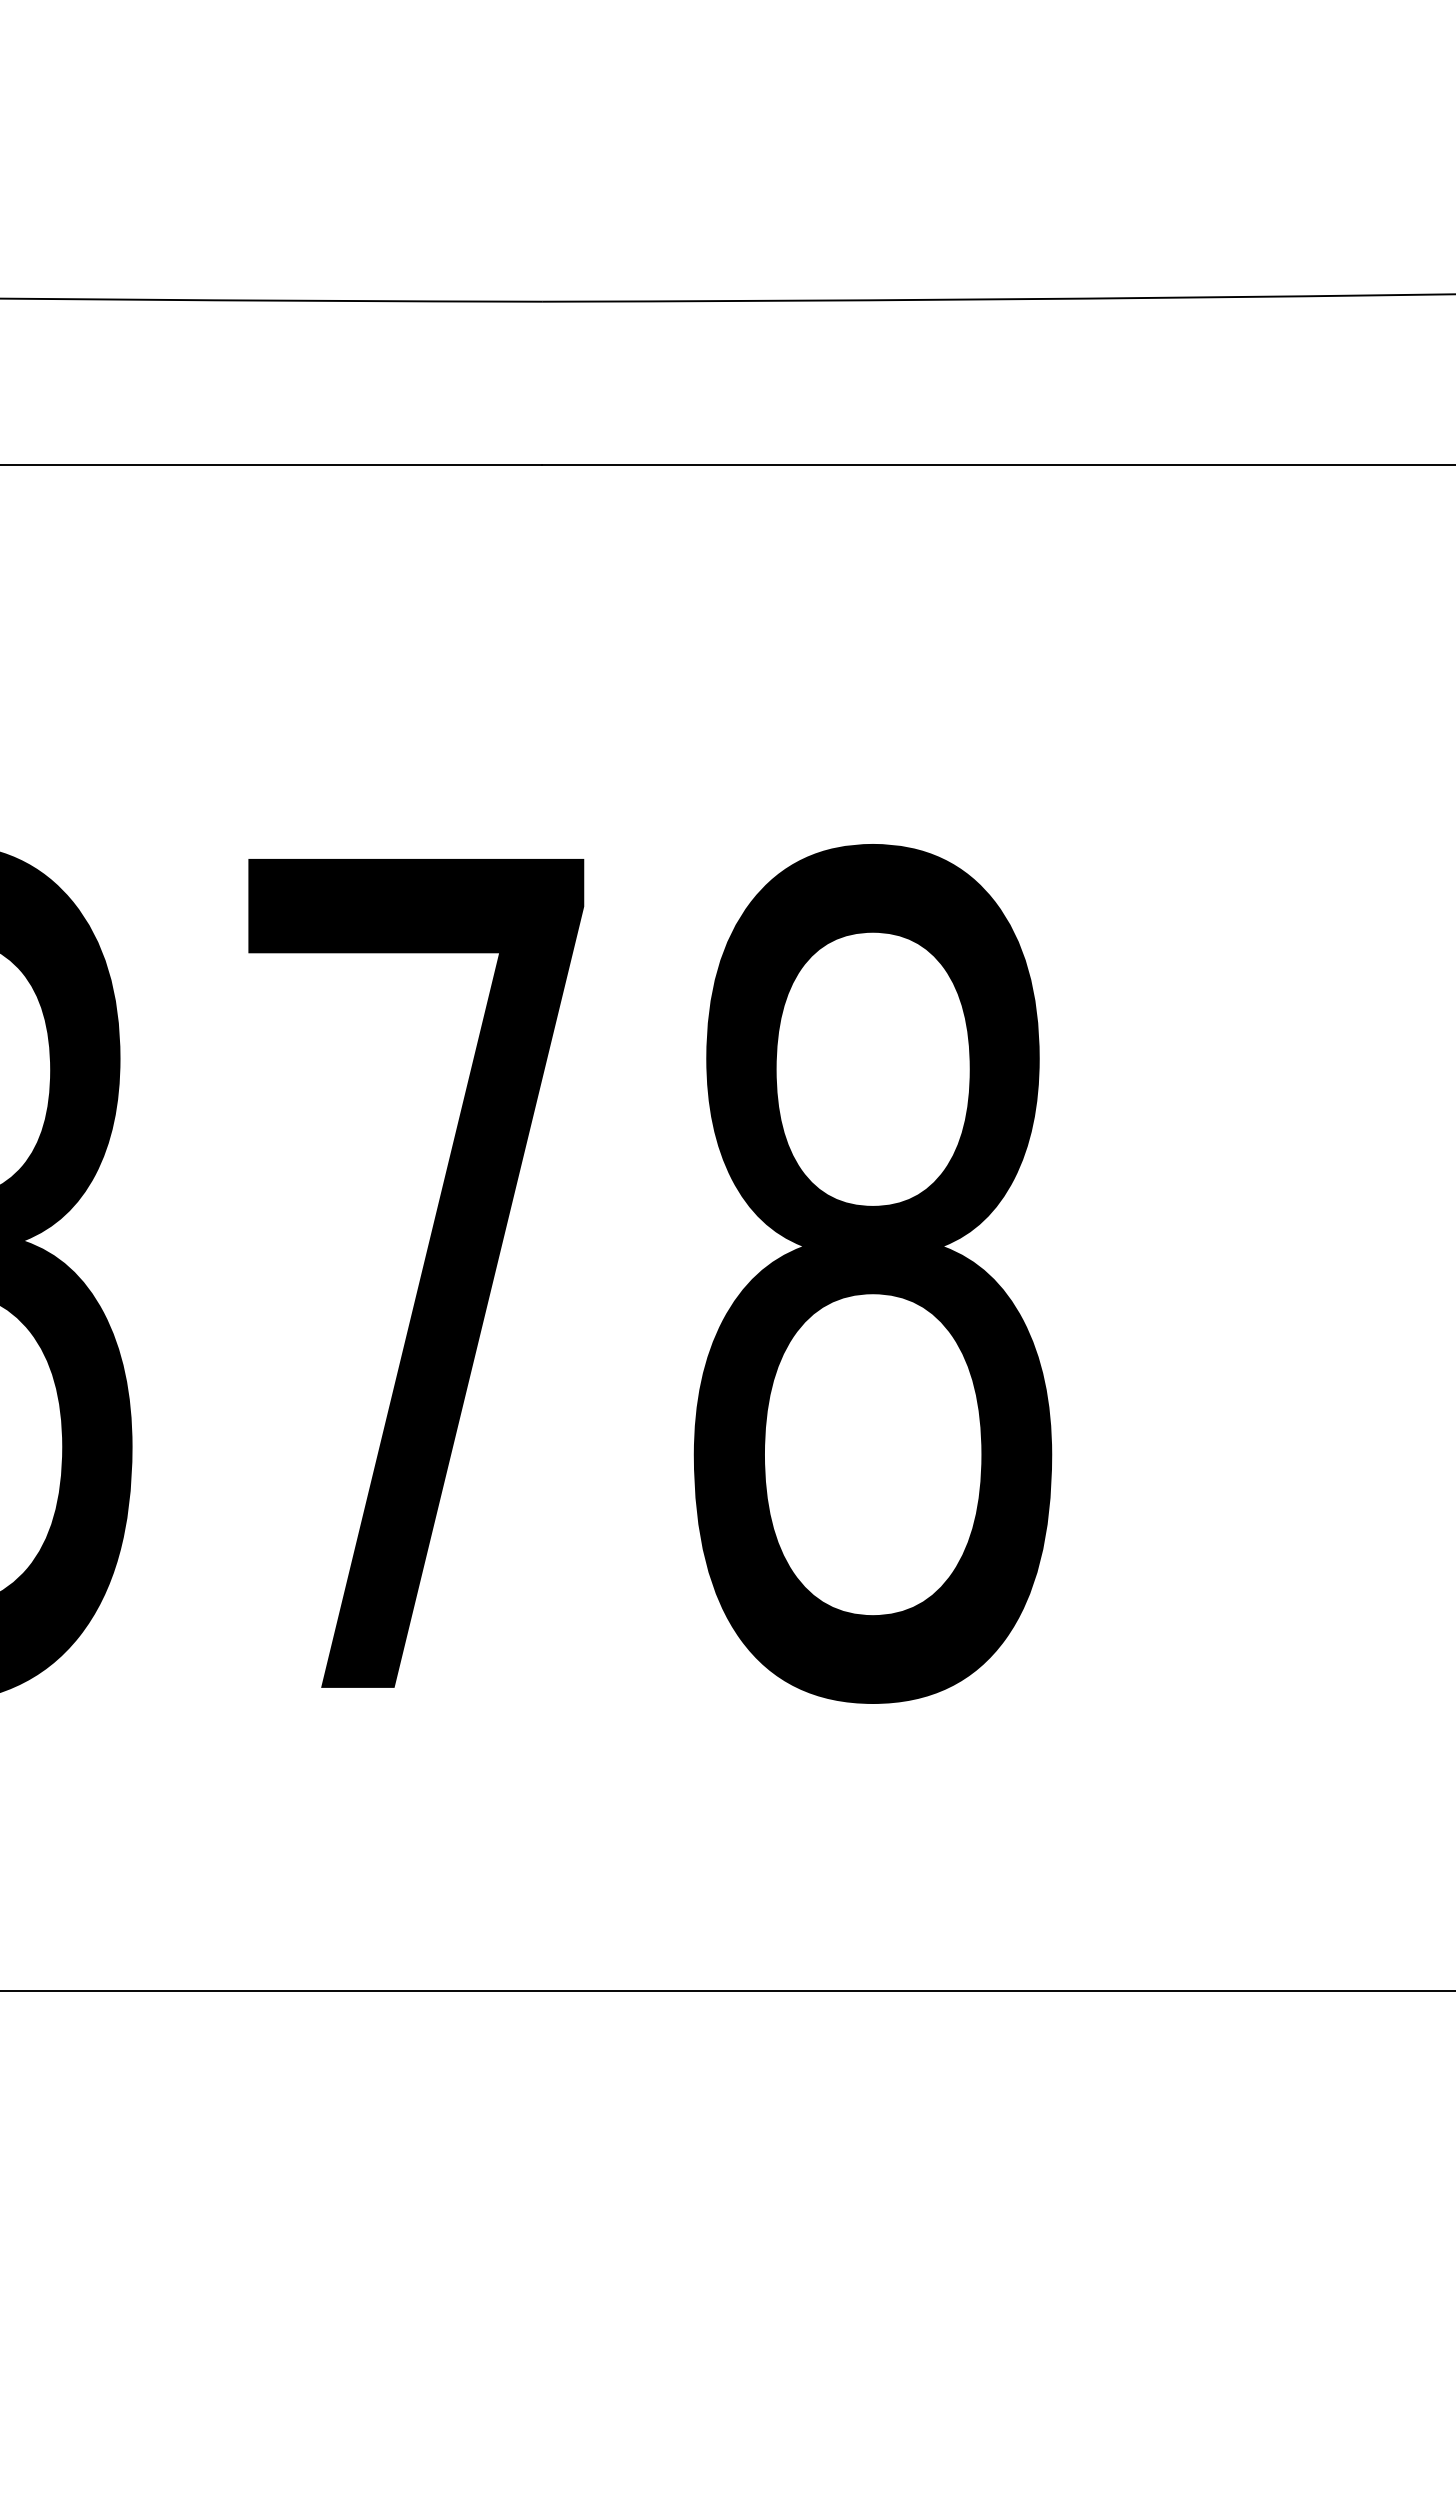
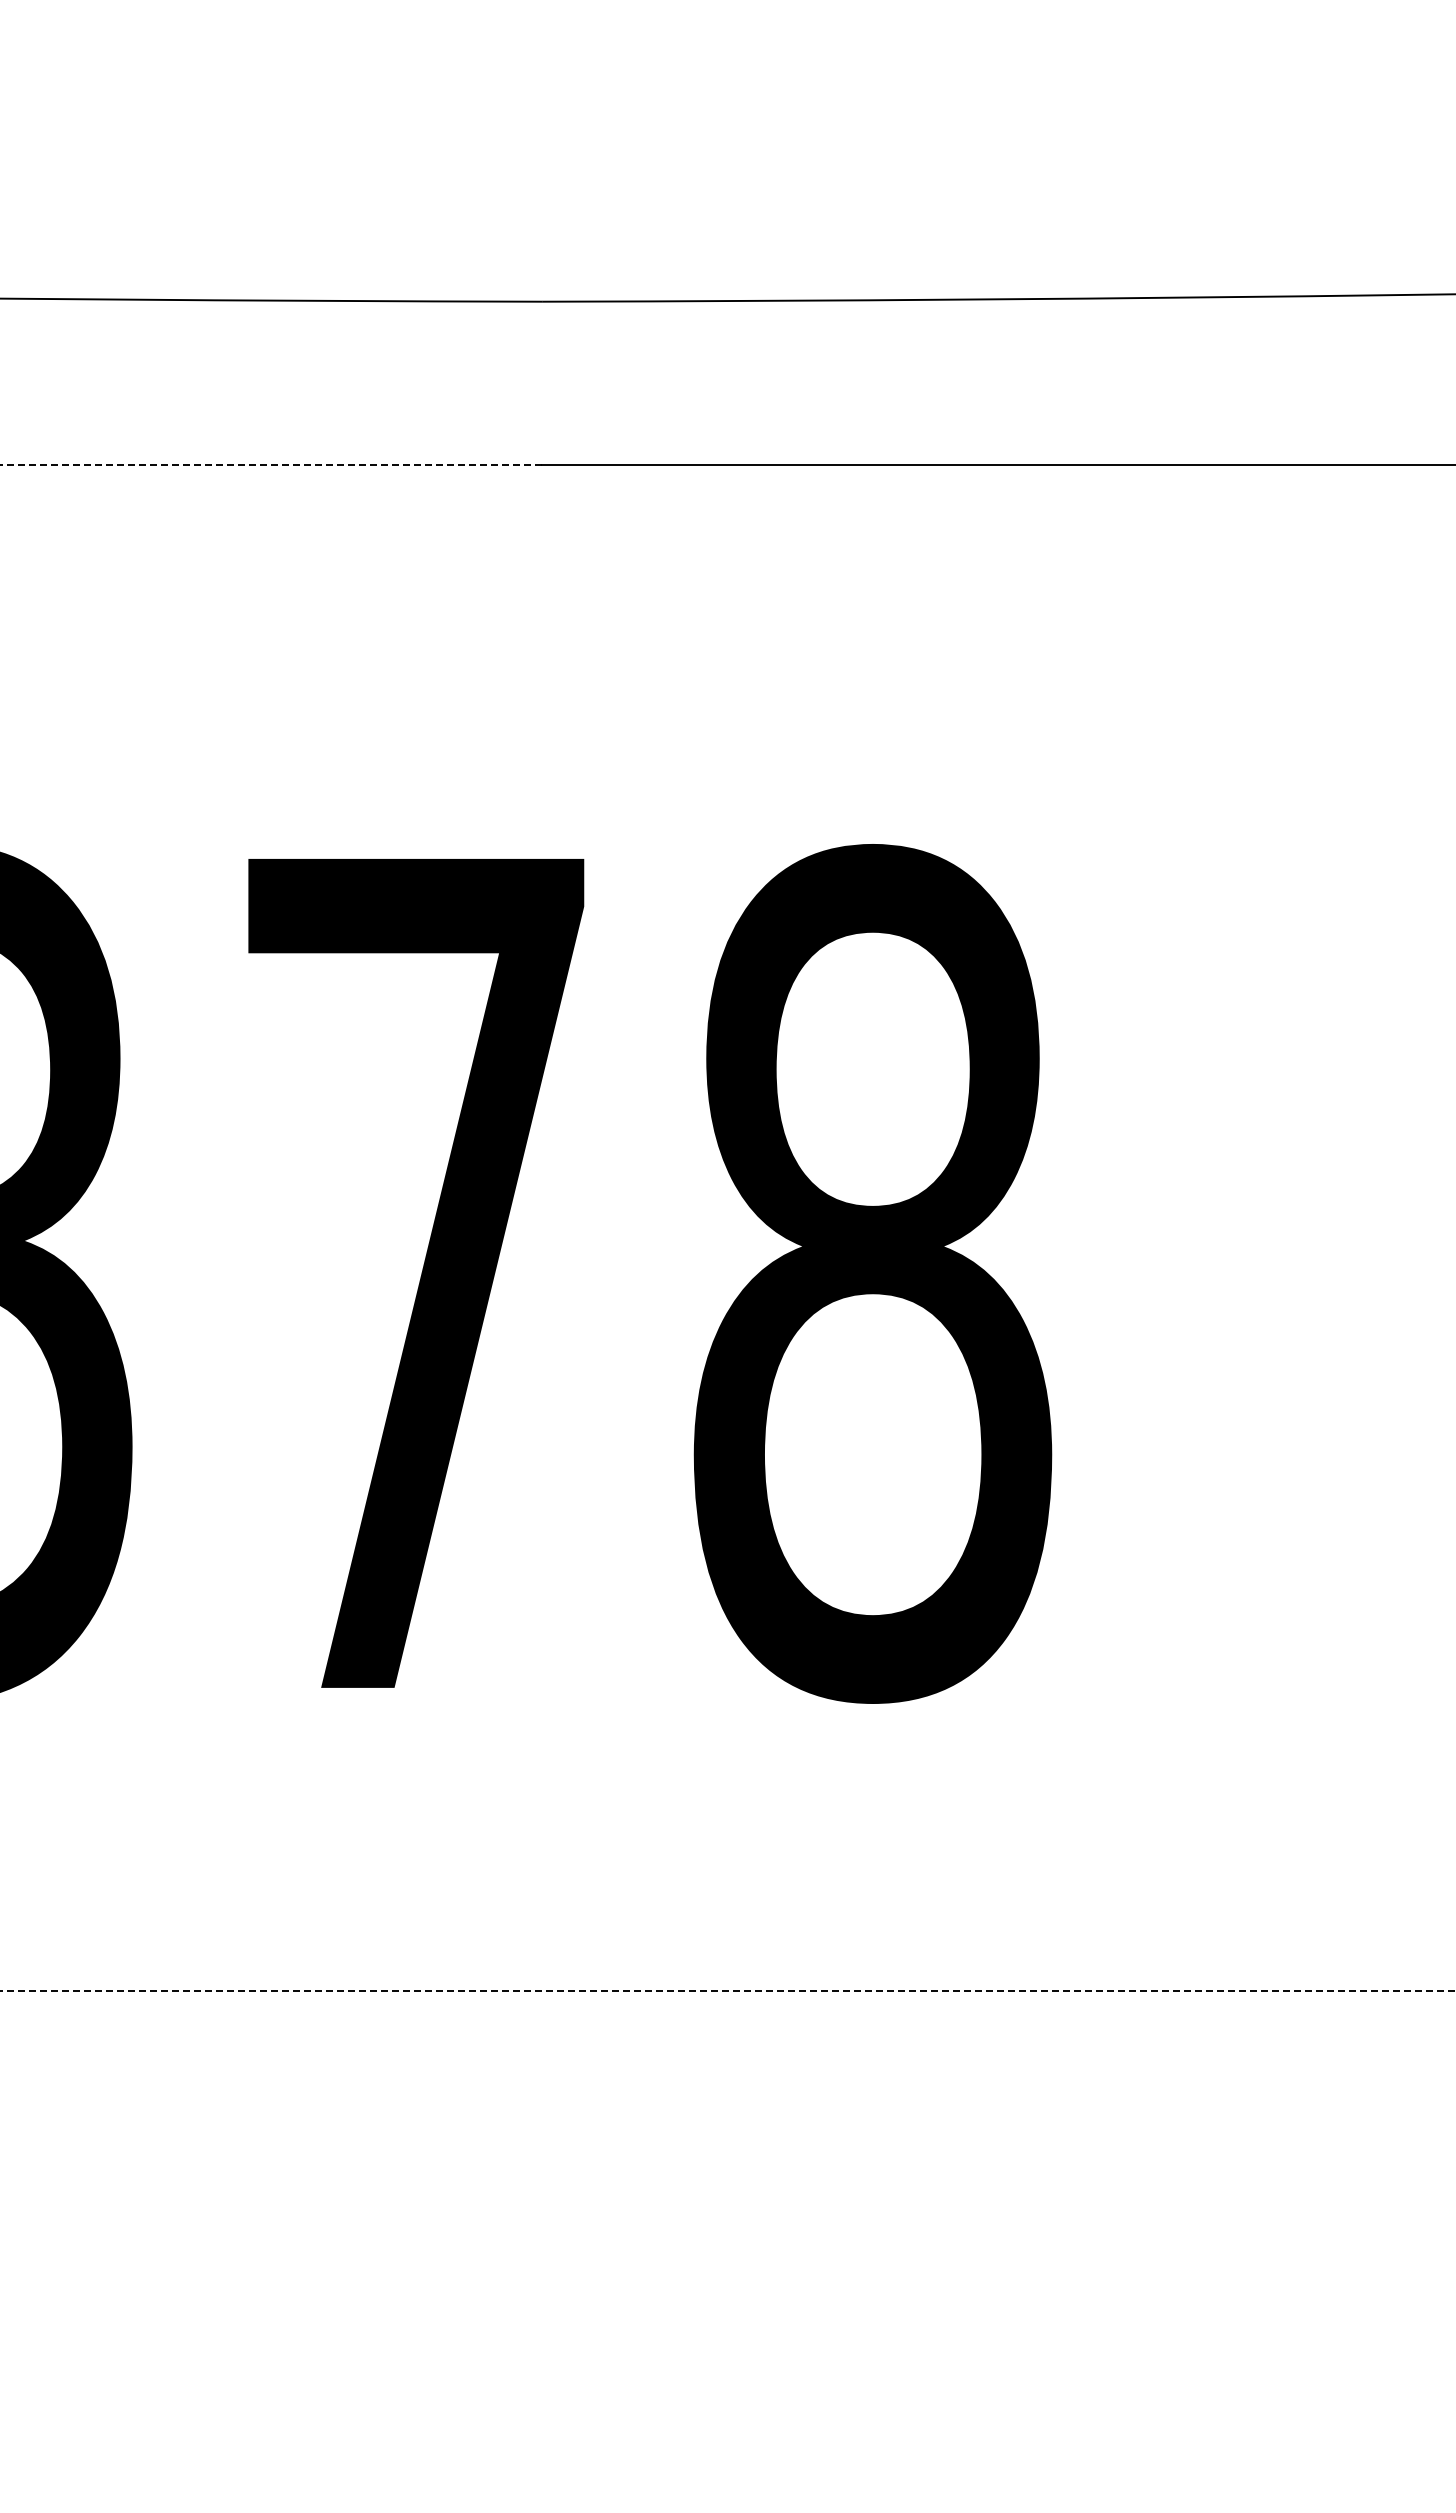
line at (271, 464): solid -> dashed
line at (728, 1991): solid -> dashed
